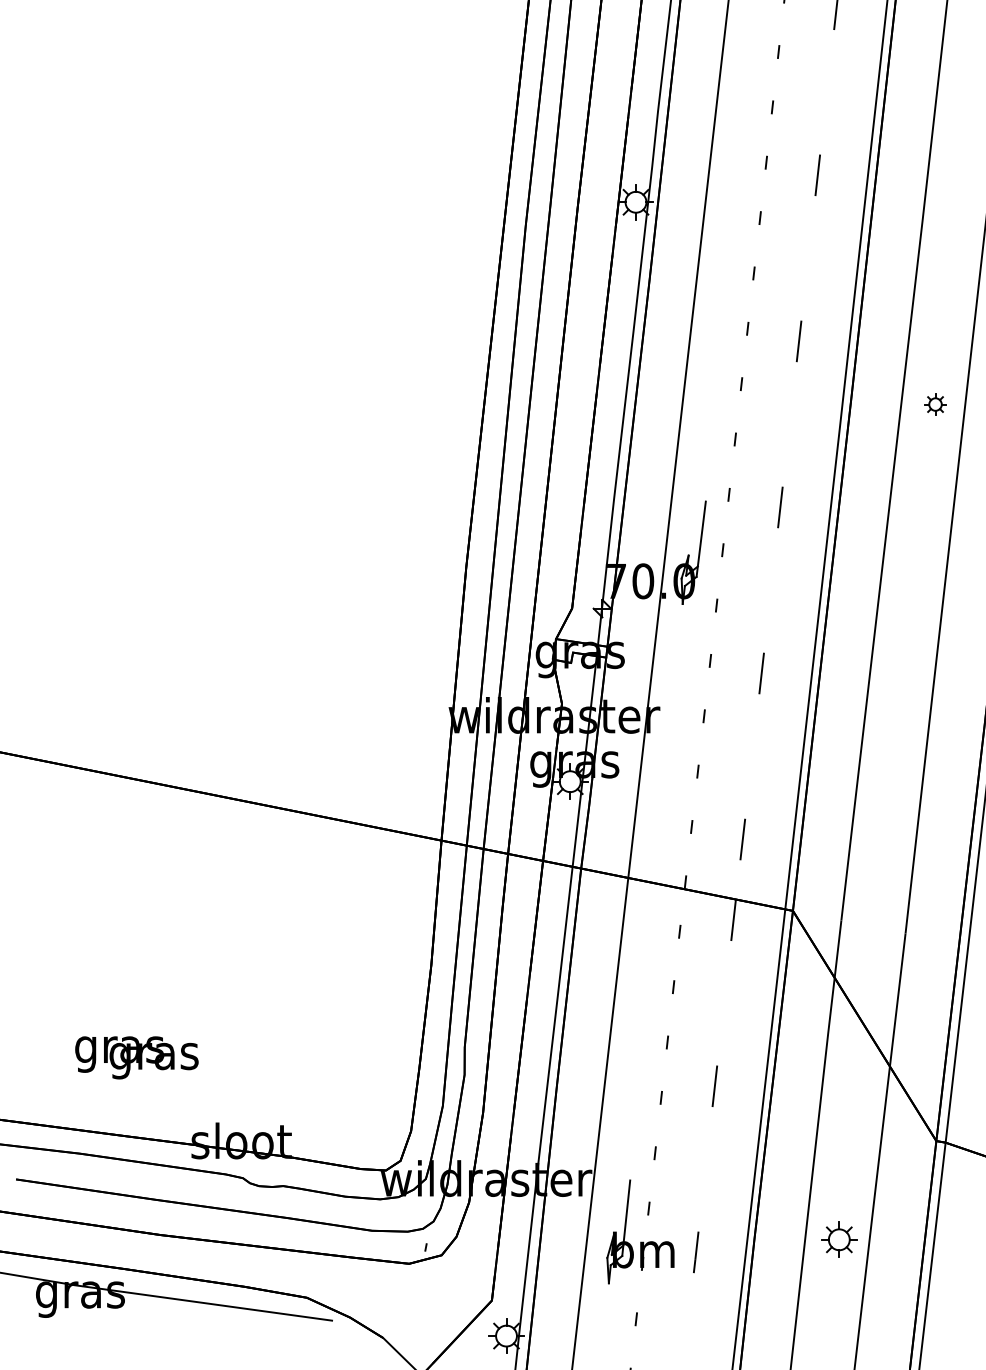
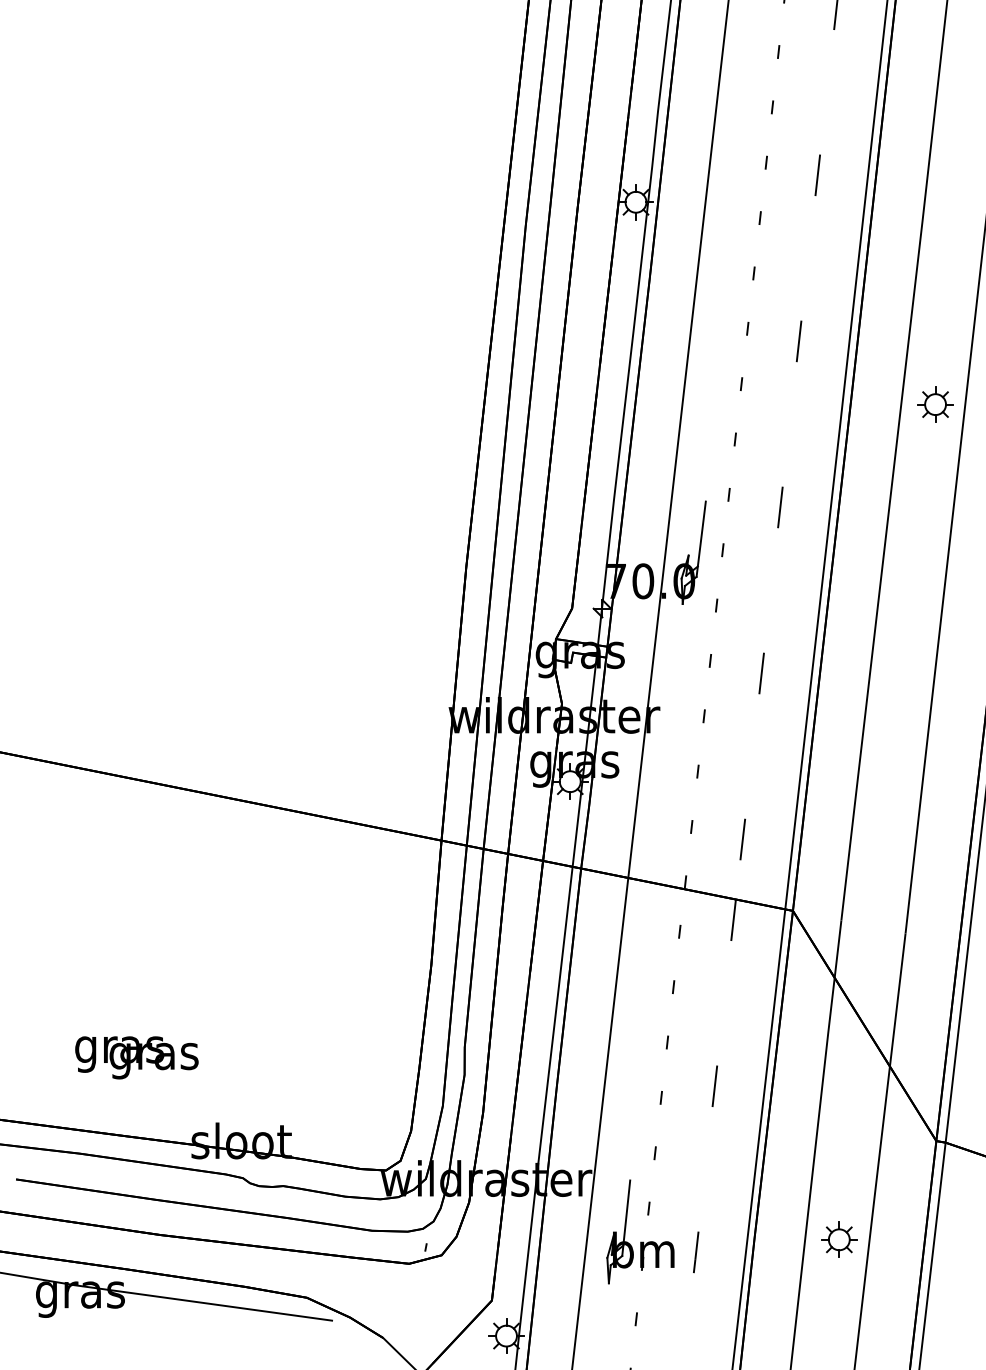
part at (935, 404) size: 23x23 px -> 37x37 px
